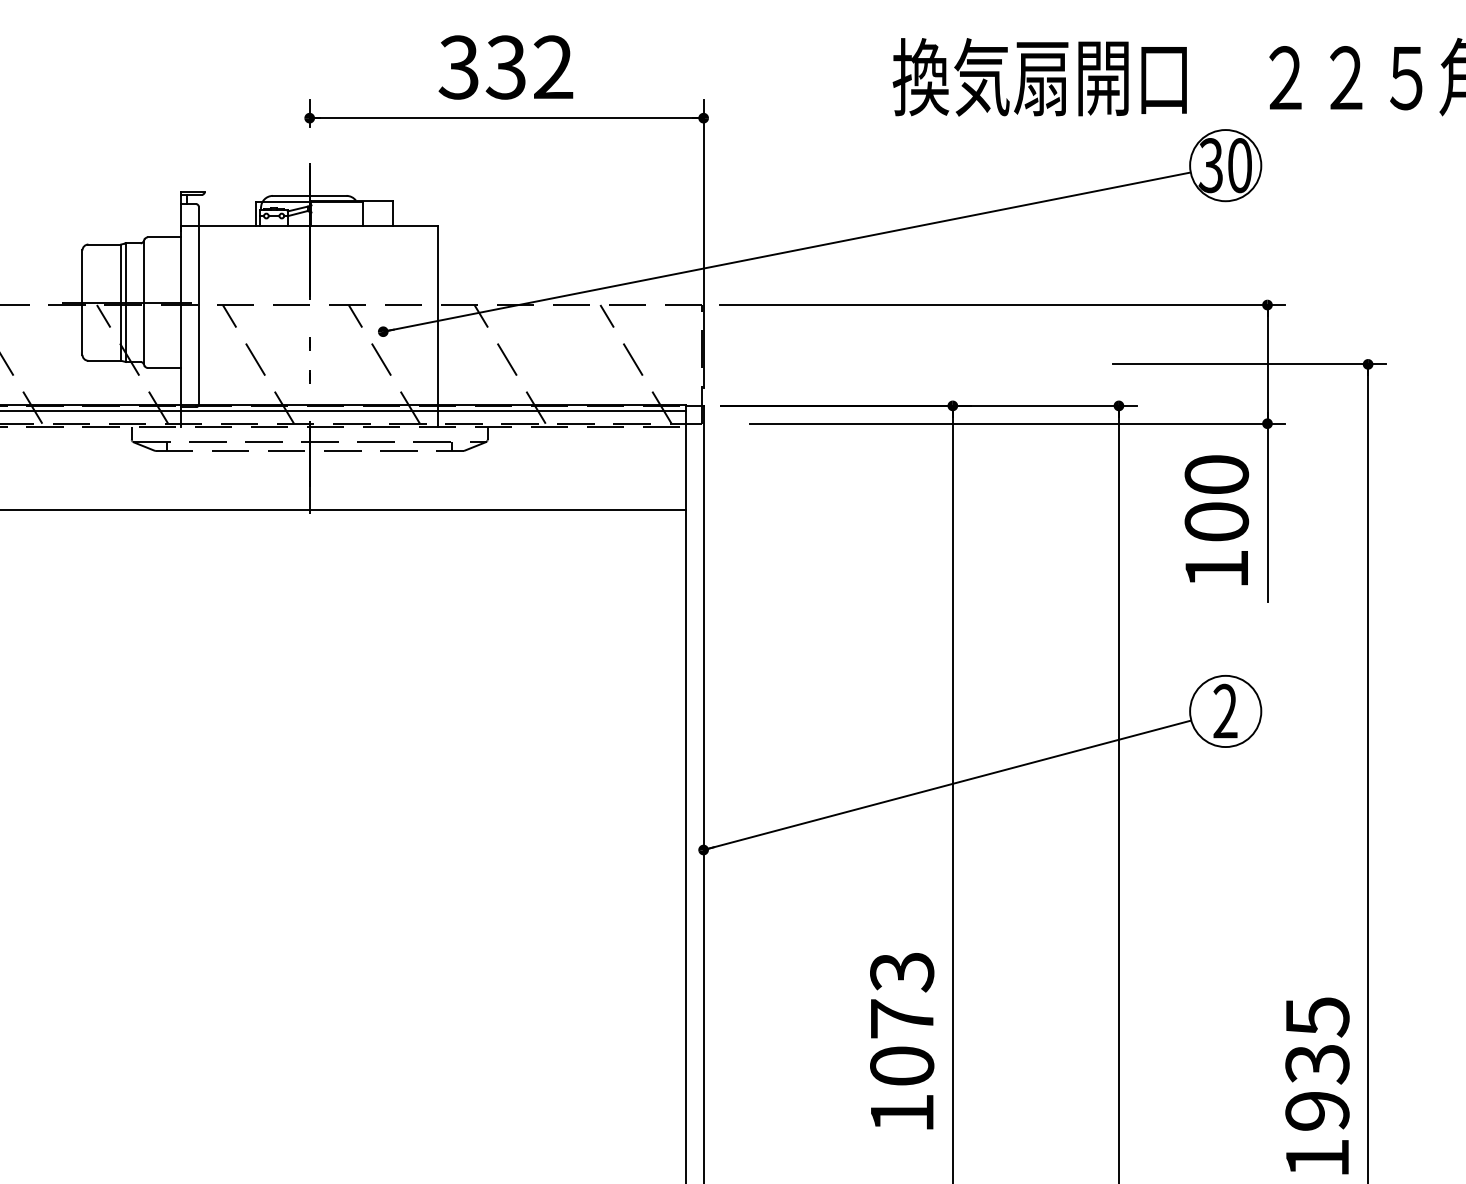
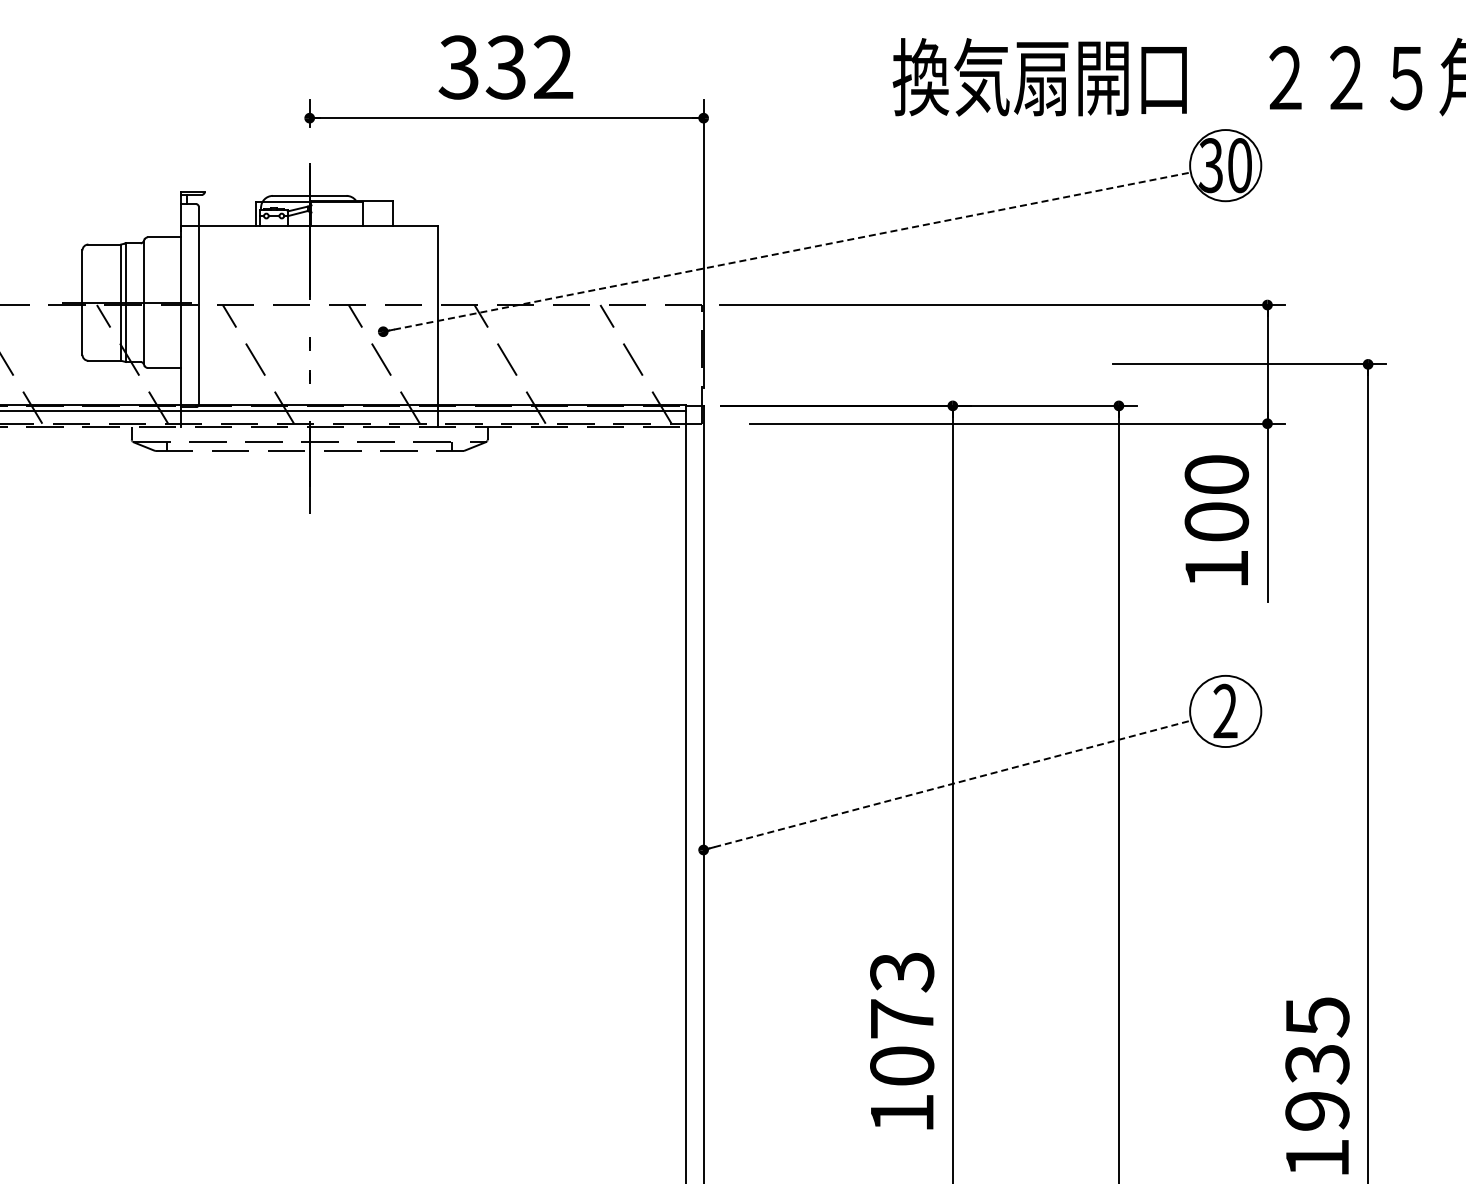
line at (787, 252): solid -> dashed
line at (343, 510): present -> none
line at (947, 785): solid -> dashed
